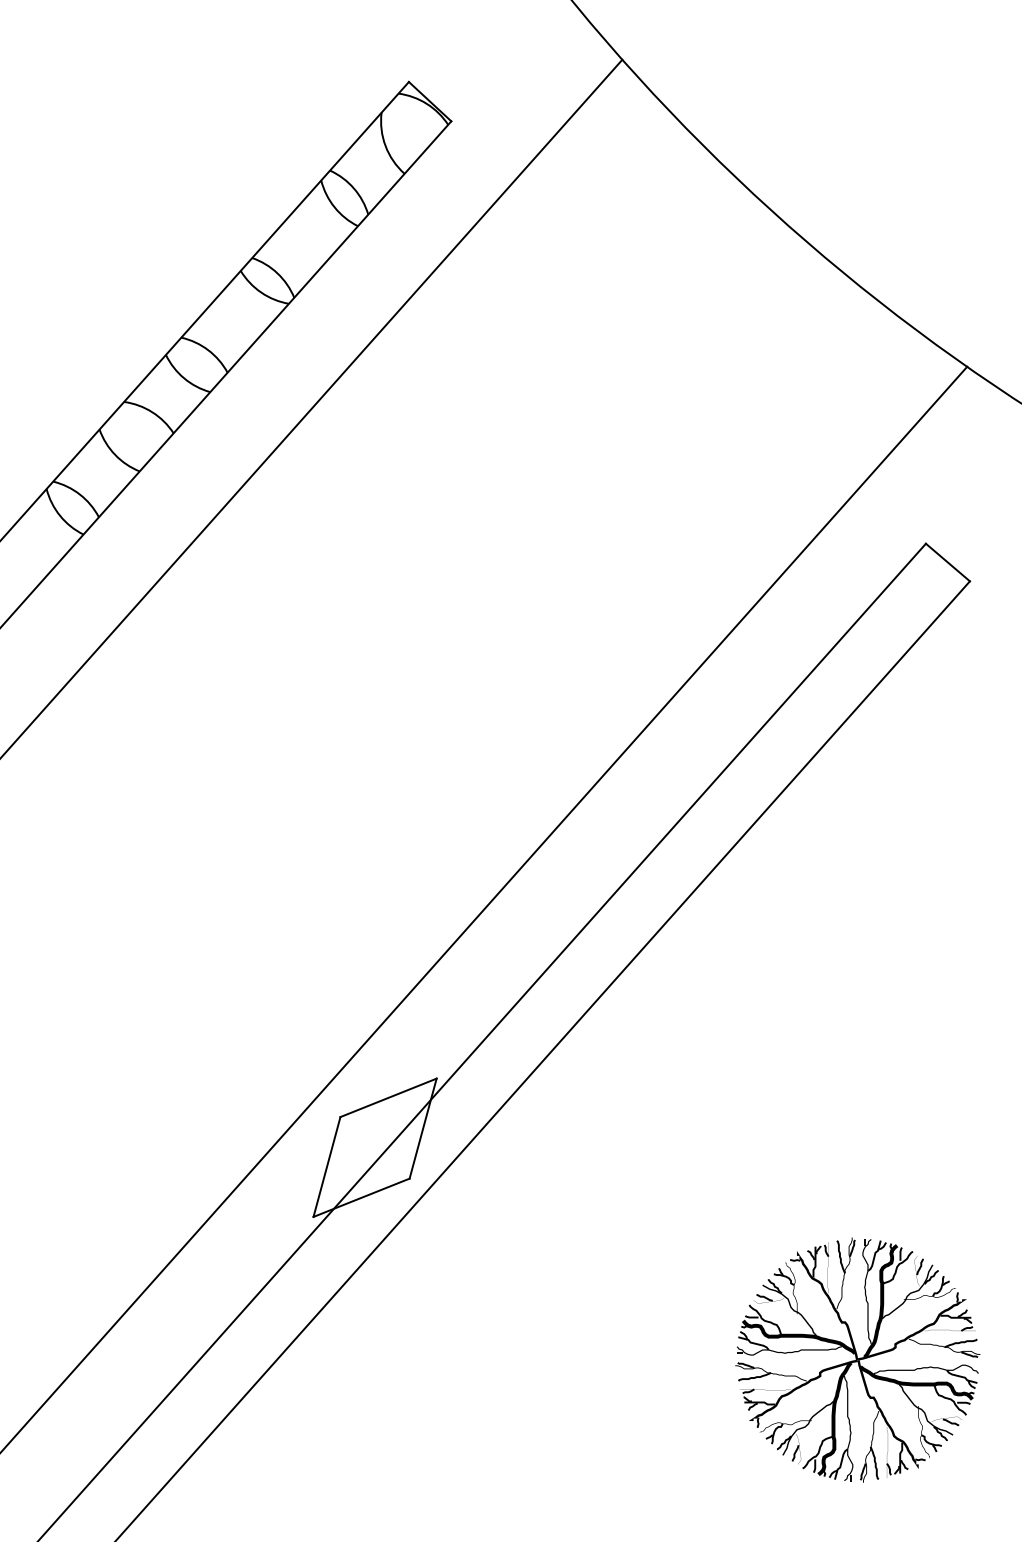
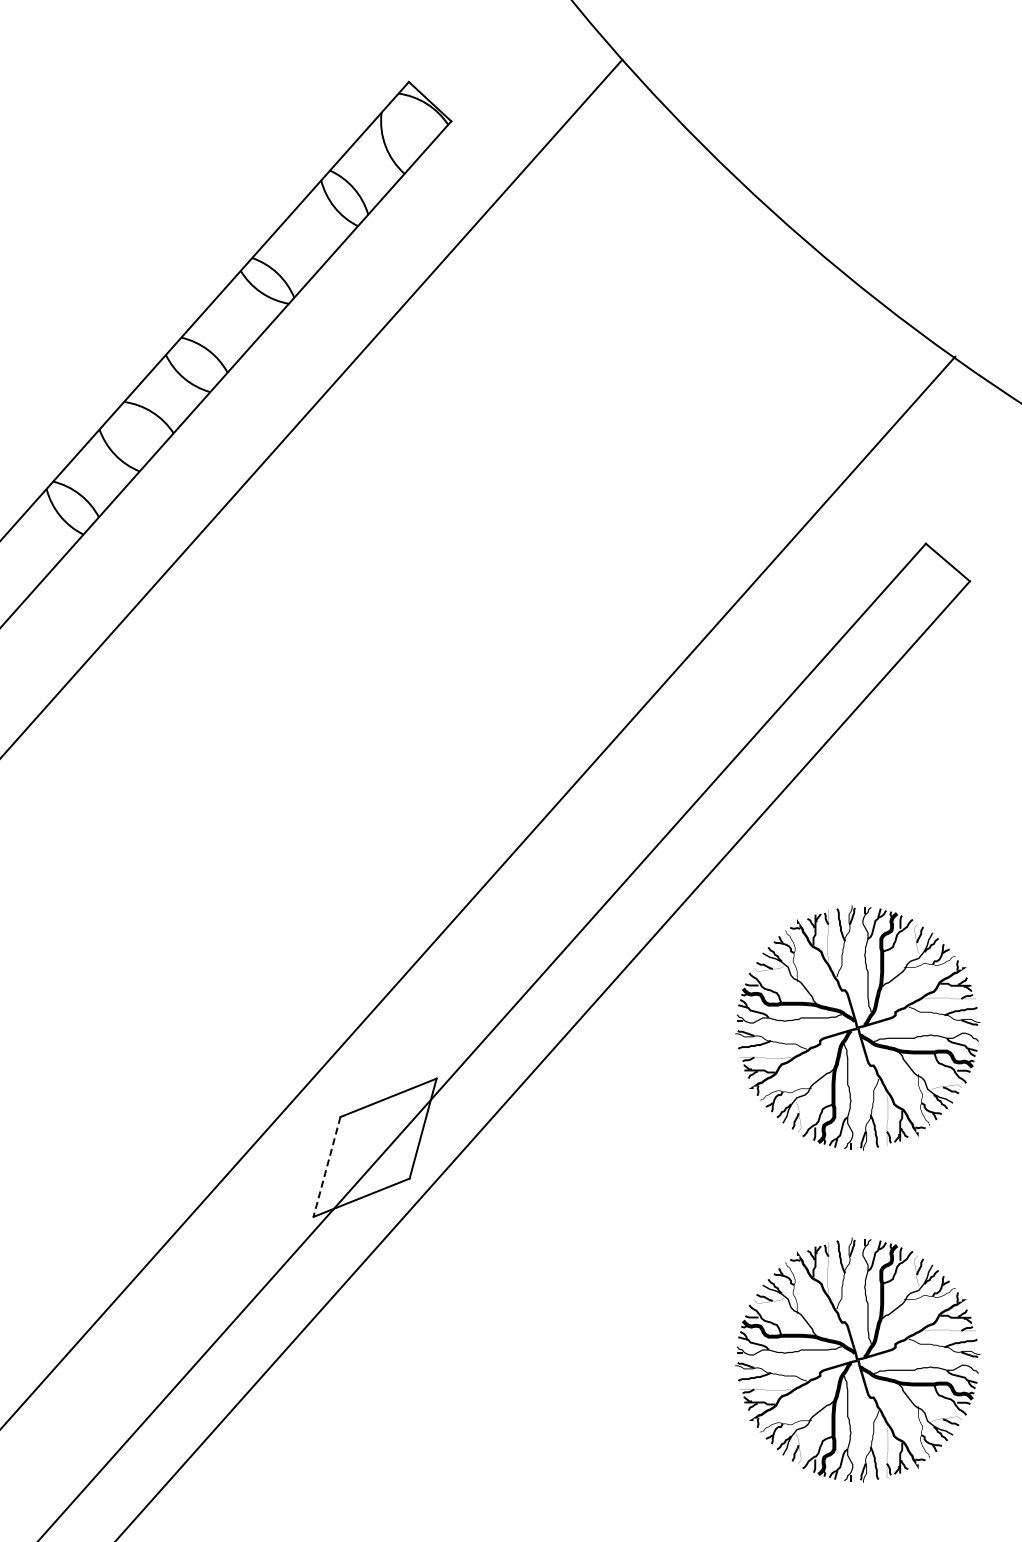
line at (484, 908) position: (484, 908) -> (478, 891)
part at (857, 1027): none -> present
line at (327, 1167): solid -> dashed
